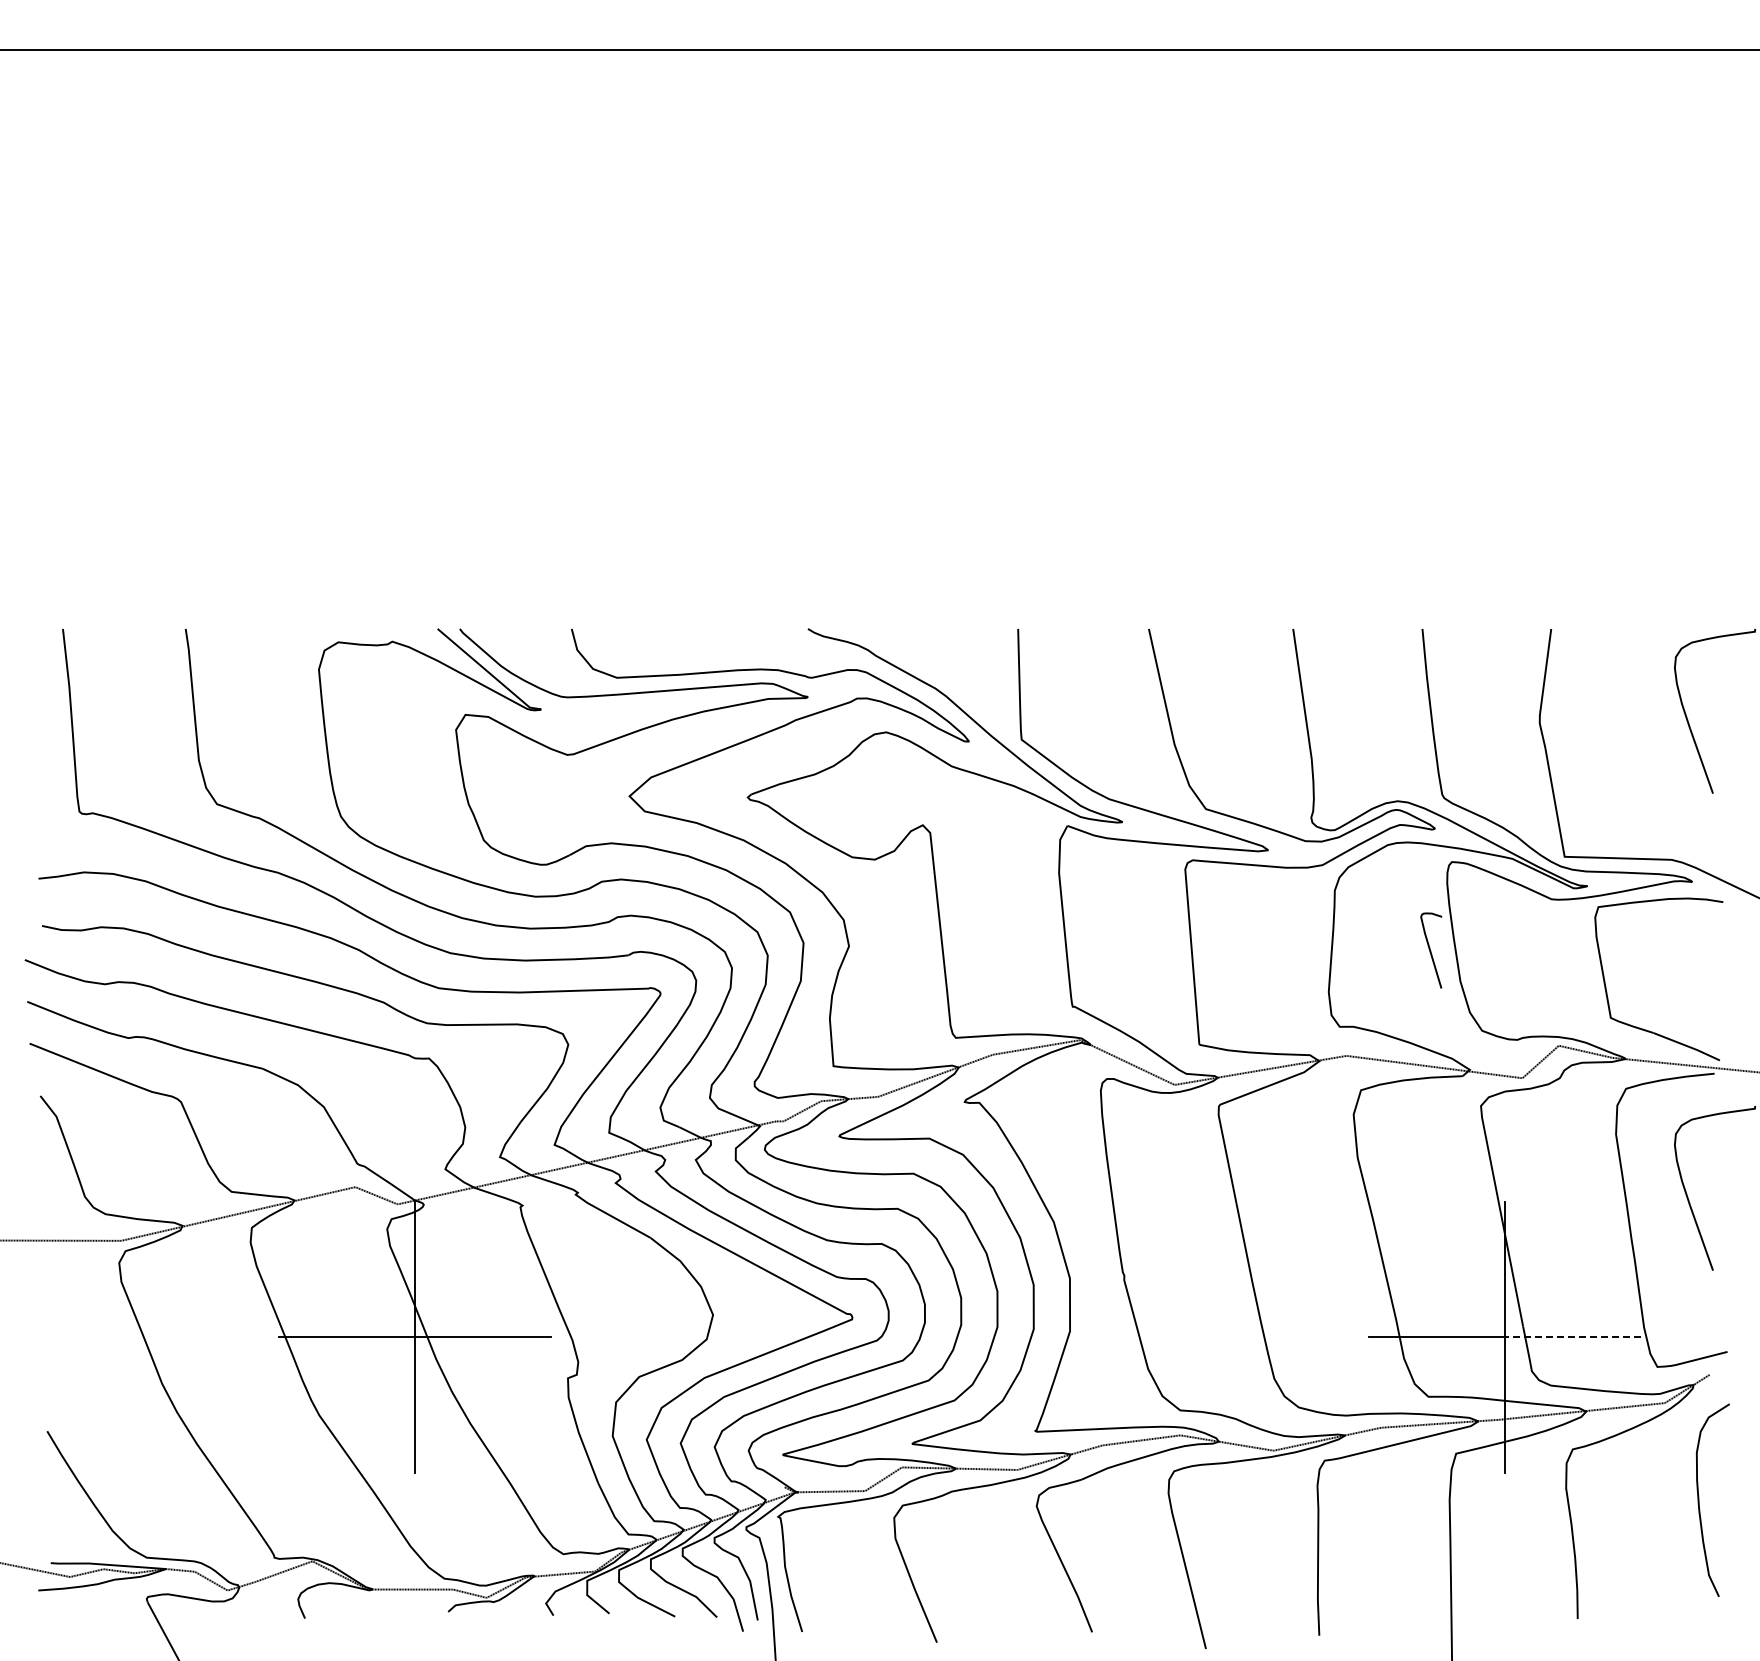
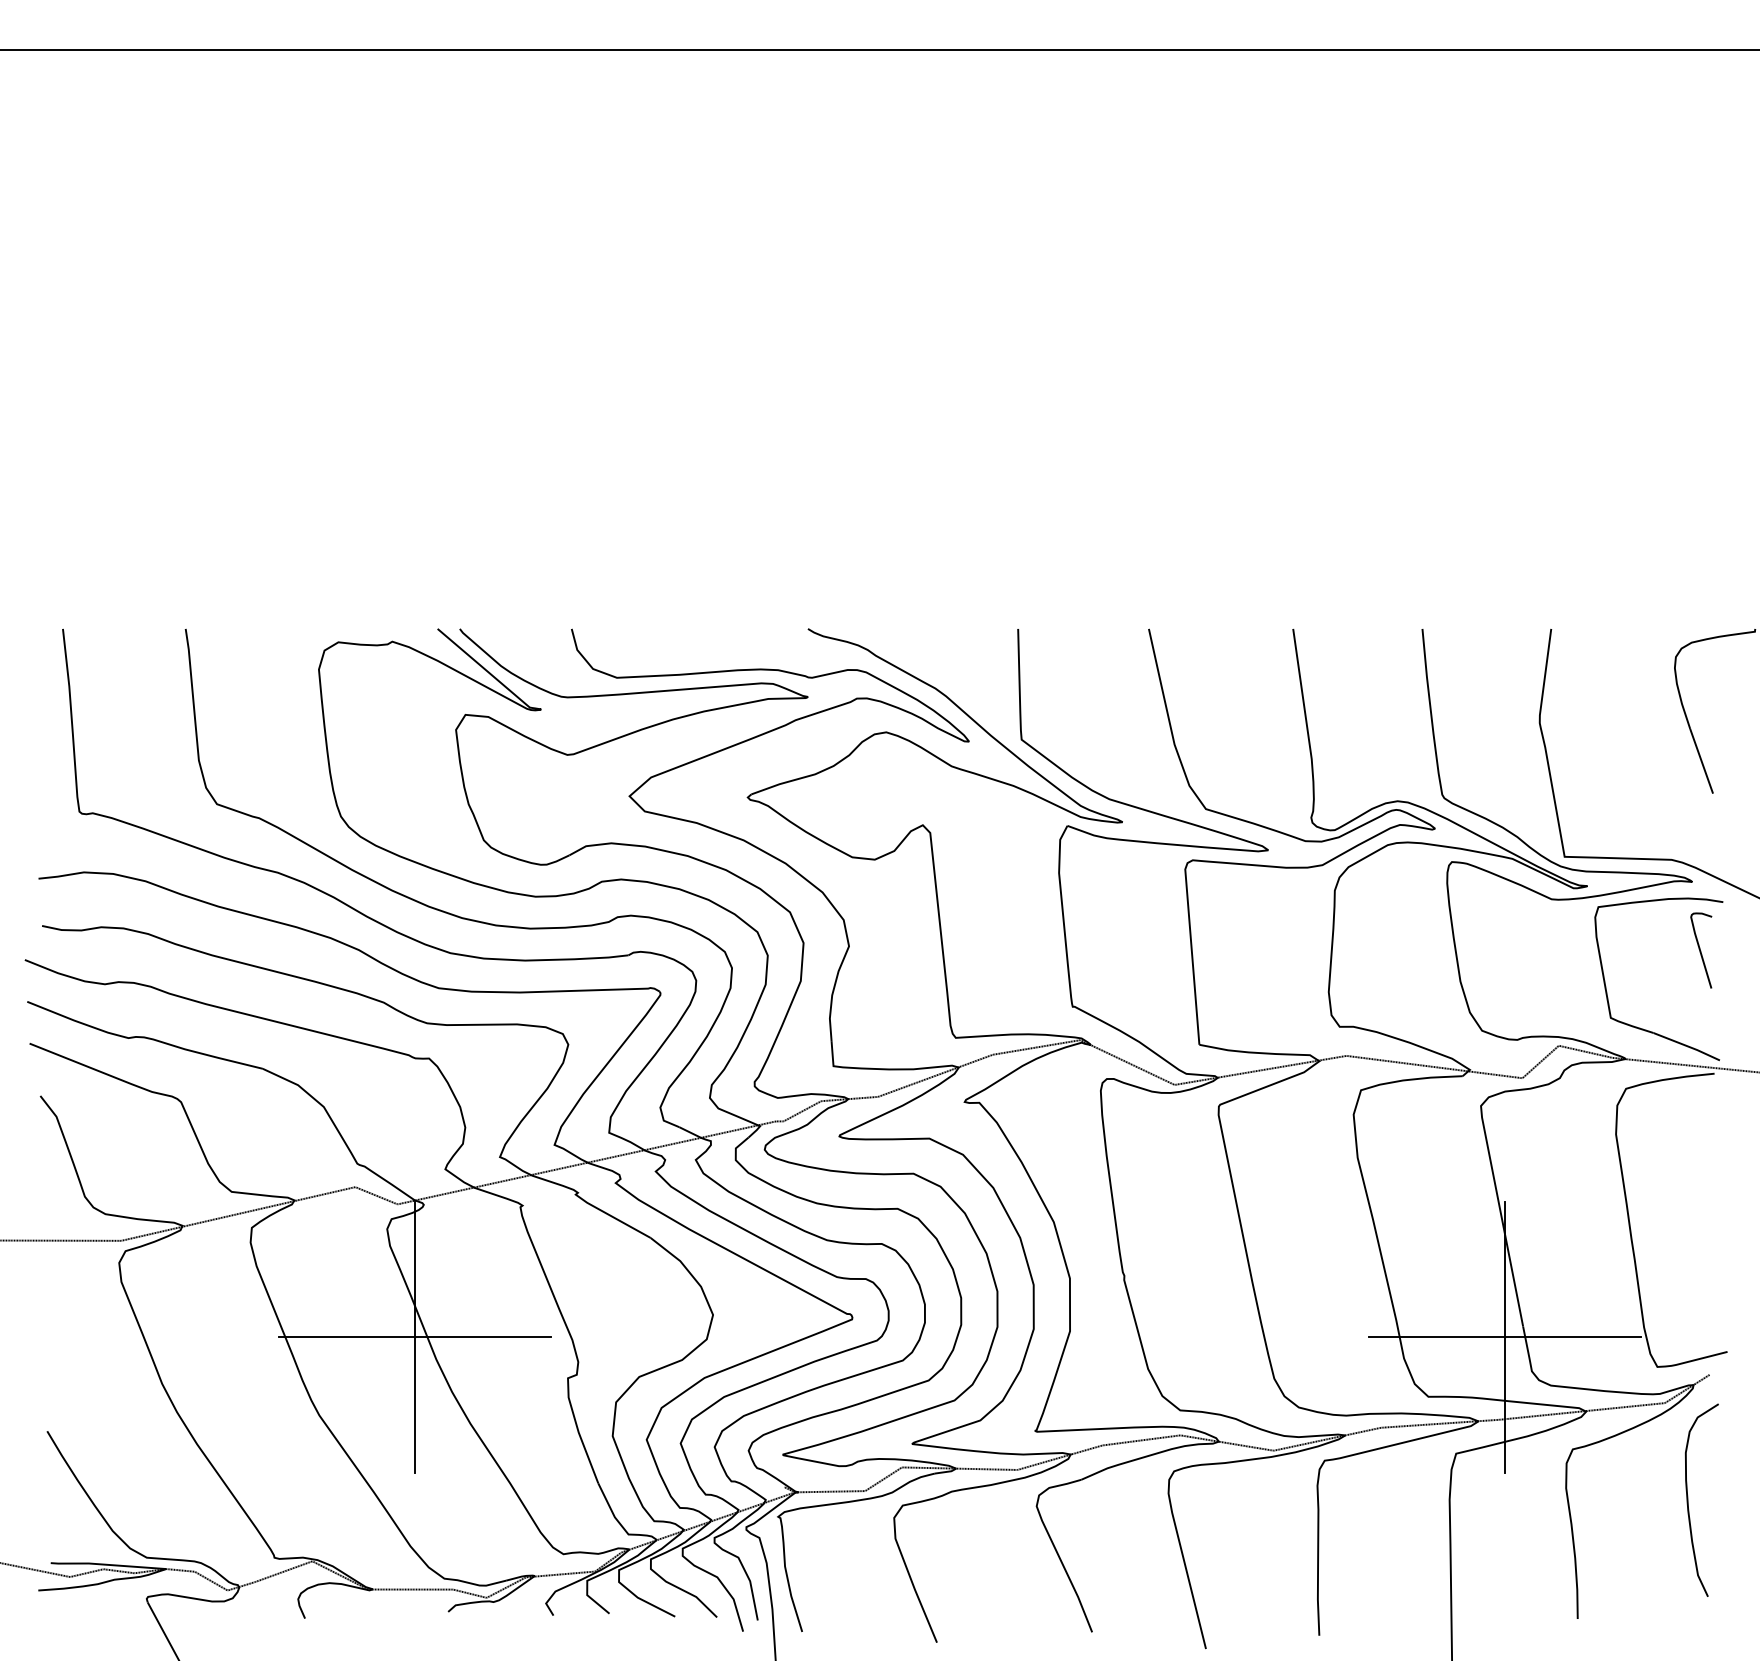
curve at (1430, 950) position: (1430, 950) -> (1700, 950)
part at (1688, 1196): present -> none
line at (1572, 1337): dashed -> solid
curve at (1699, 1499) position: (1699, 1499) -> (1688, 1499)
